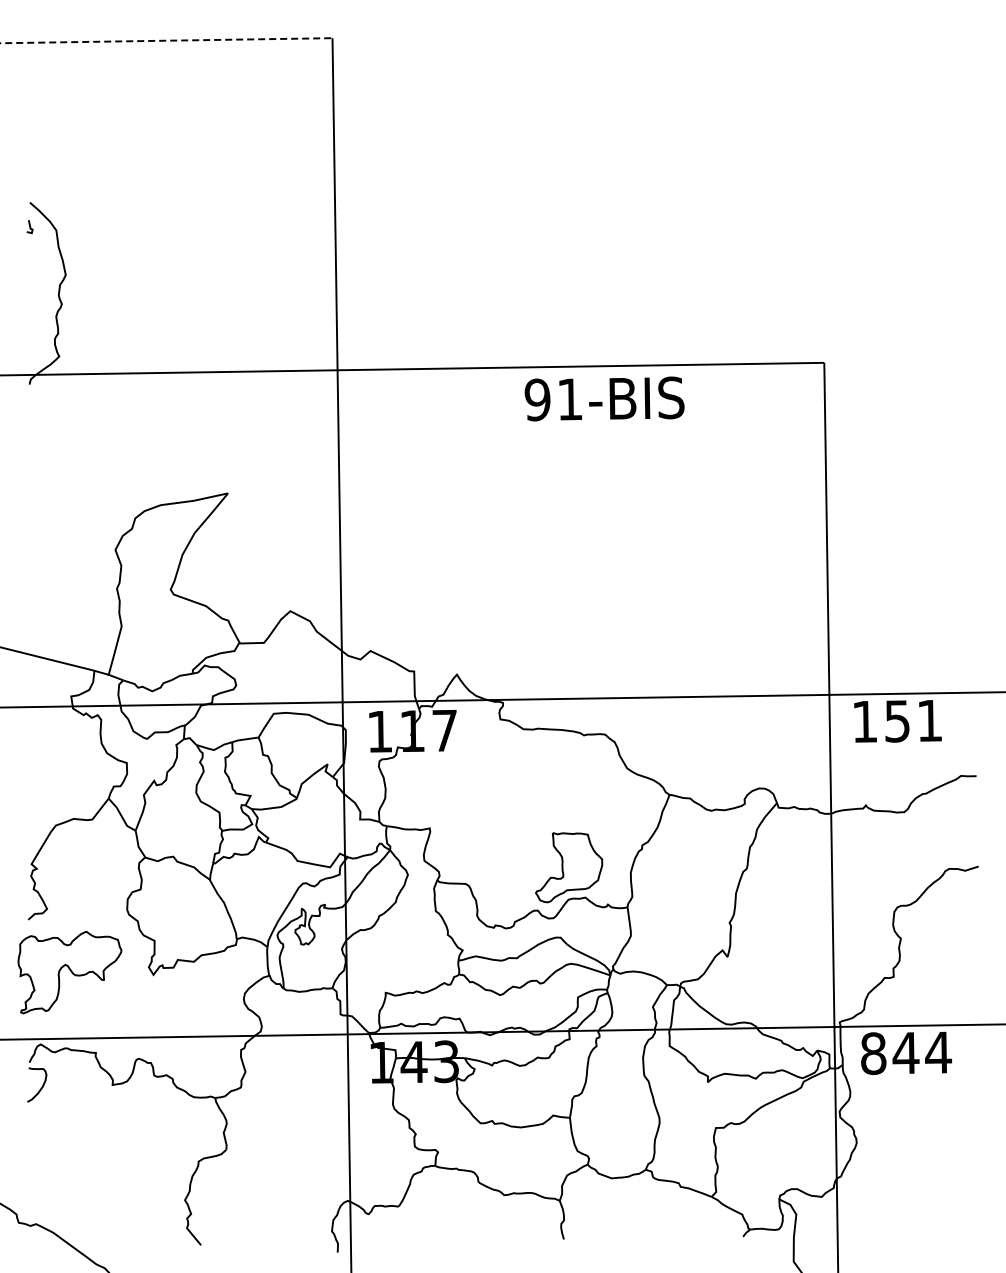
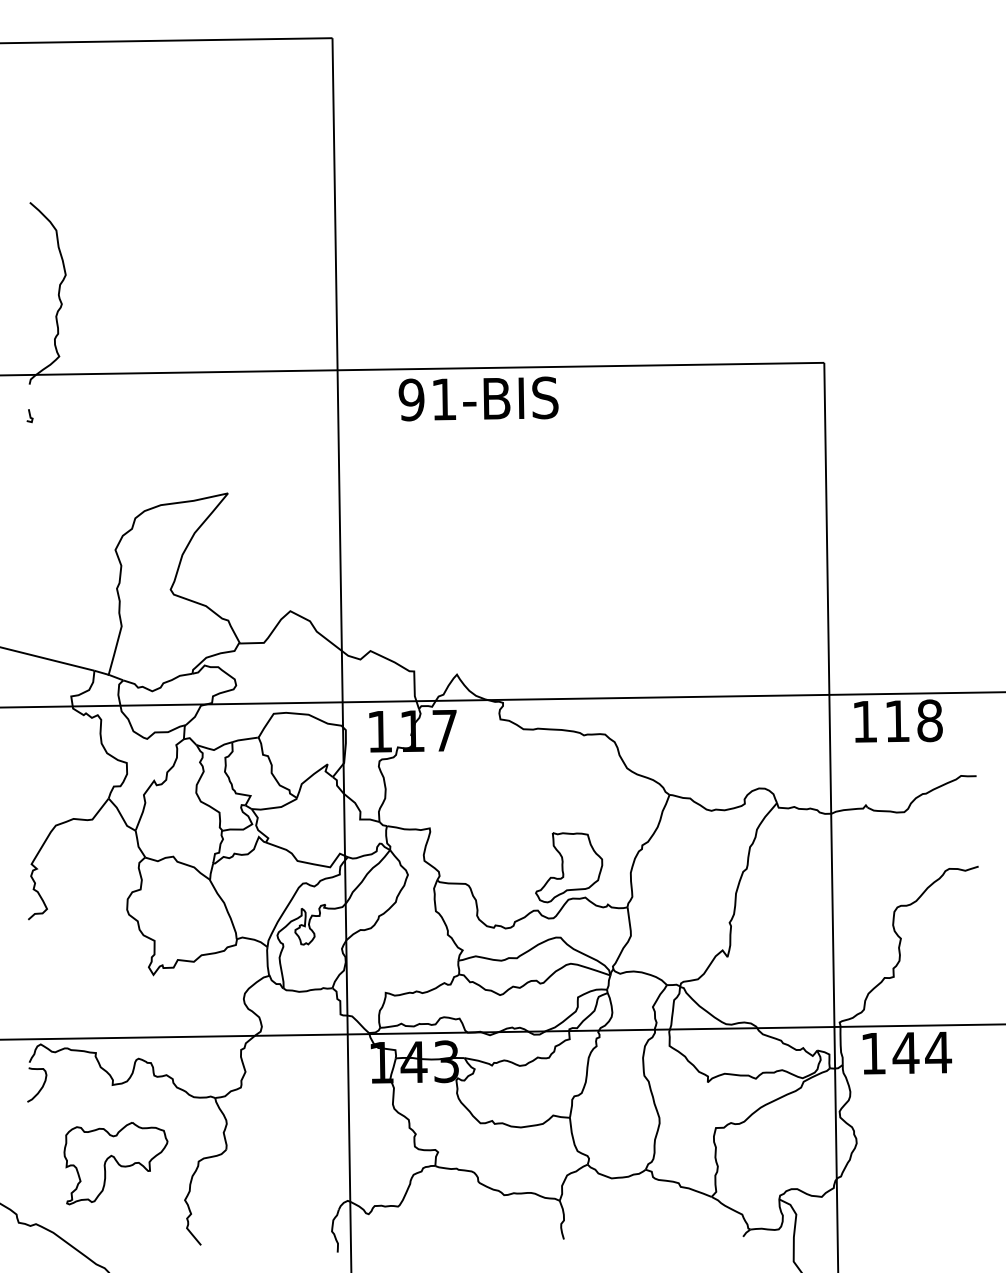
line at (166, 40): dashed -> solid
line at (29, 227) position: (29, 227) -> (29, 416)
text at (604, 398) position: (604, 398) -> (478, 398)
text at (913, 720): 151 -> 118
part at (69, 972) position: (69, 972) -> (115, 1163)
text at (873, 1053): 844 -> 144
